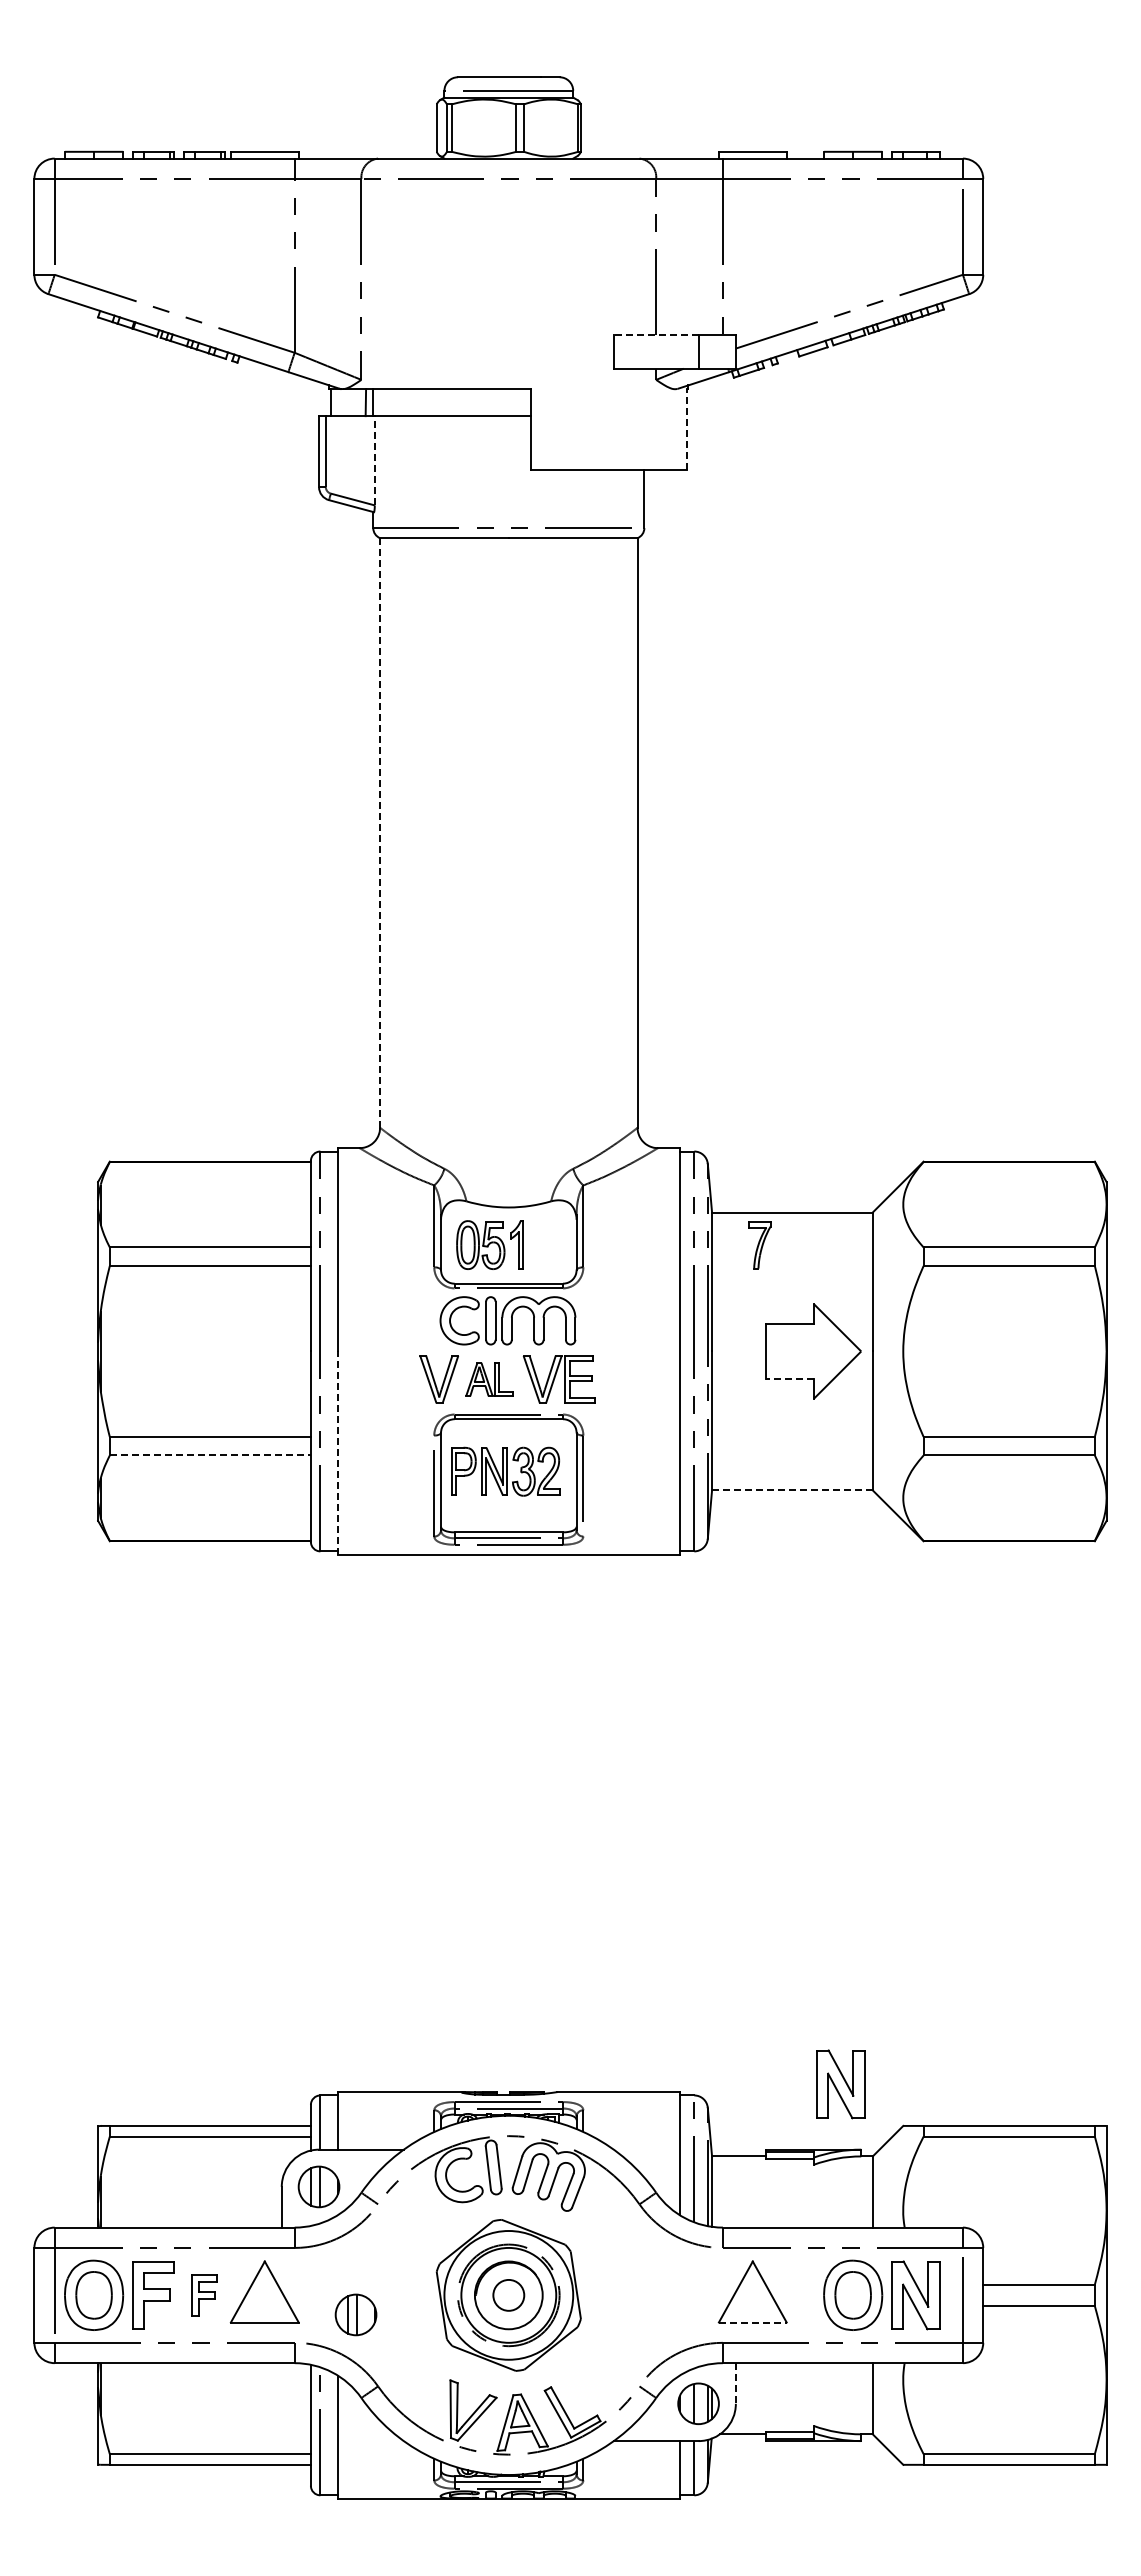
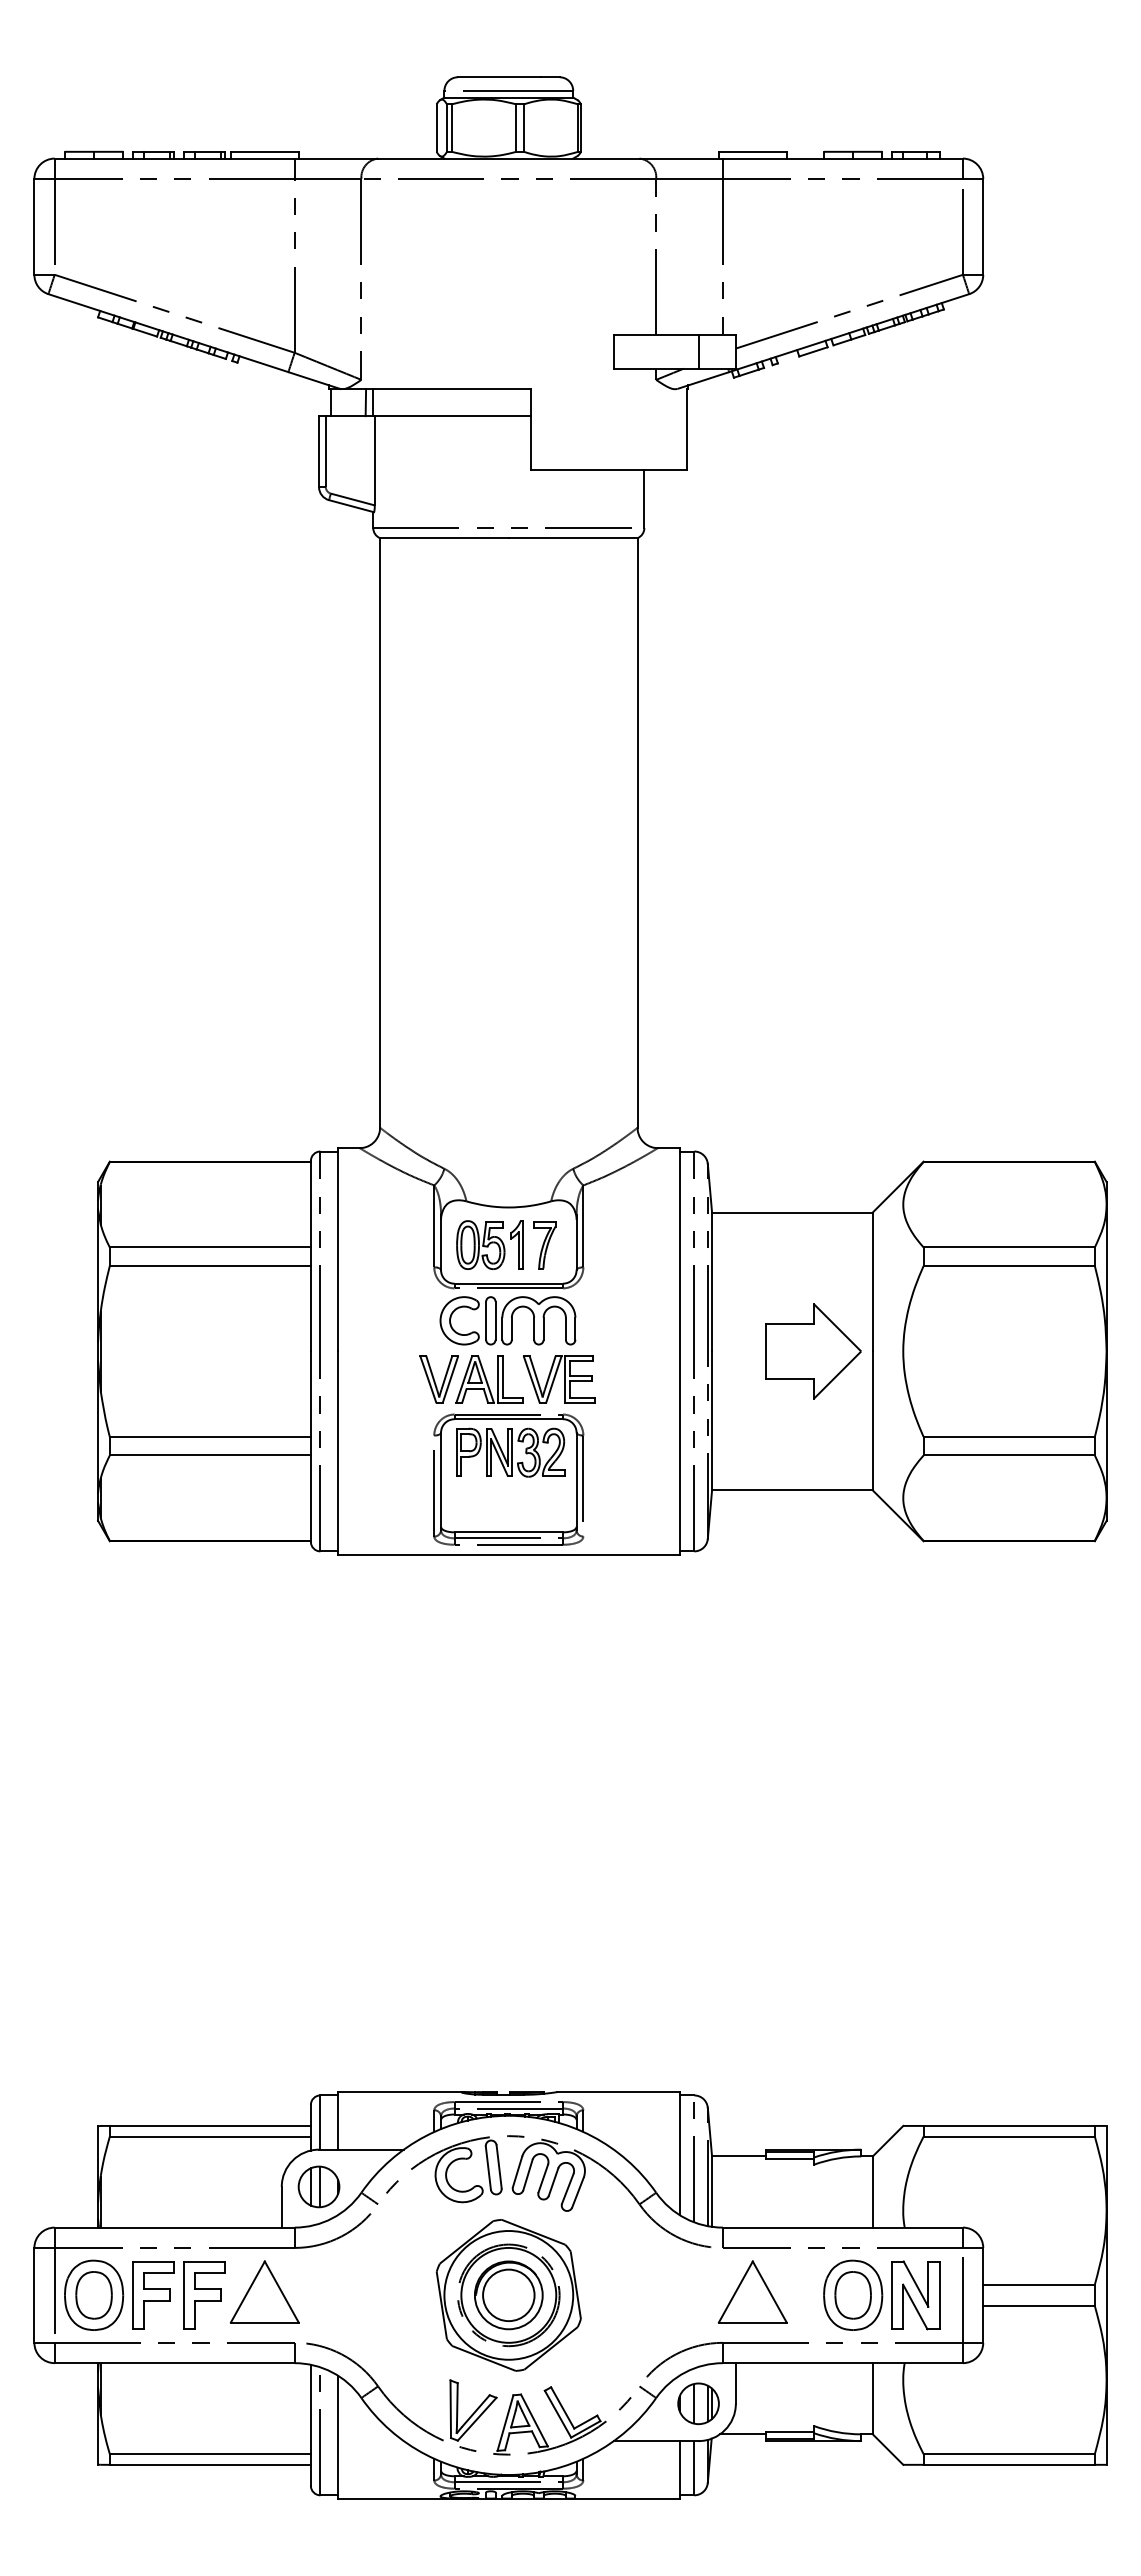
line at (655, 334): dashed -> solid
line at (686, 429): dashed -> solid
line at (374, 460): dashed -> solid
line at (380, 833): dashed -> solid
part at (759, 1245) position: (759, 1245) -> (544, 1245)
line at (790, 1378): dashed -> solid
part at (489, 1379) size: 49x35 px -> 69x49 px
line at (338, 1453): dashed -> solid
line at (210, 1455): dashed -> solid
part at (505, 1471) position: (505, 1471) -> (510, 1452)
line at (792, 1490): dashed -> solid
part at (840, 2084): present -> none
circle at (508, 2294) diameter: 31 px -> 52 px
part at (204, 2295) size: 27x43 px -> 43x69 px
part at (355, 2314): present -> none
line at (752, 2322): dashed -> solid
line at (735, 2383): dashed -> solid
